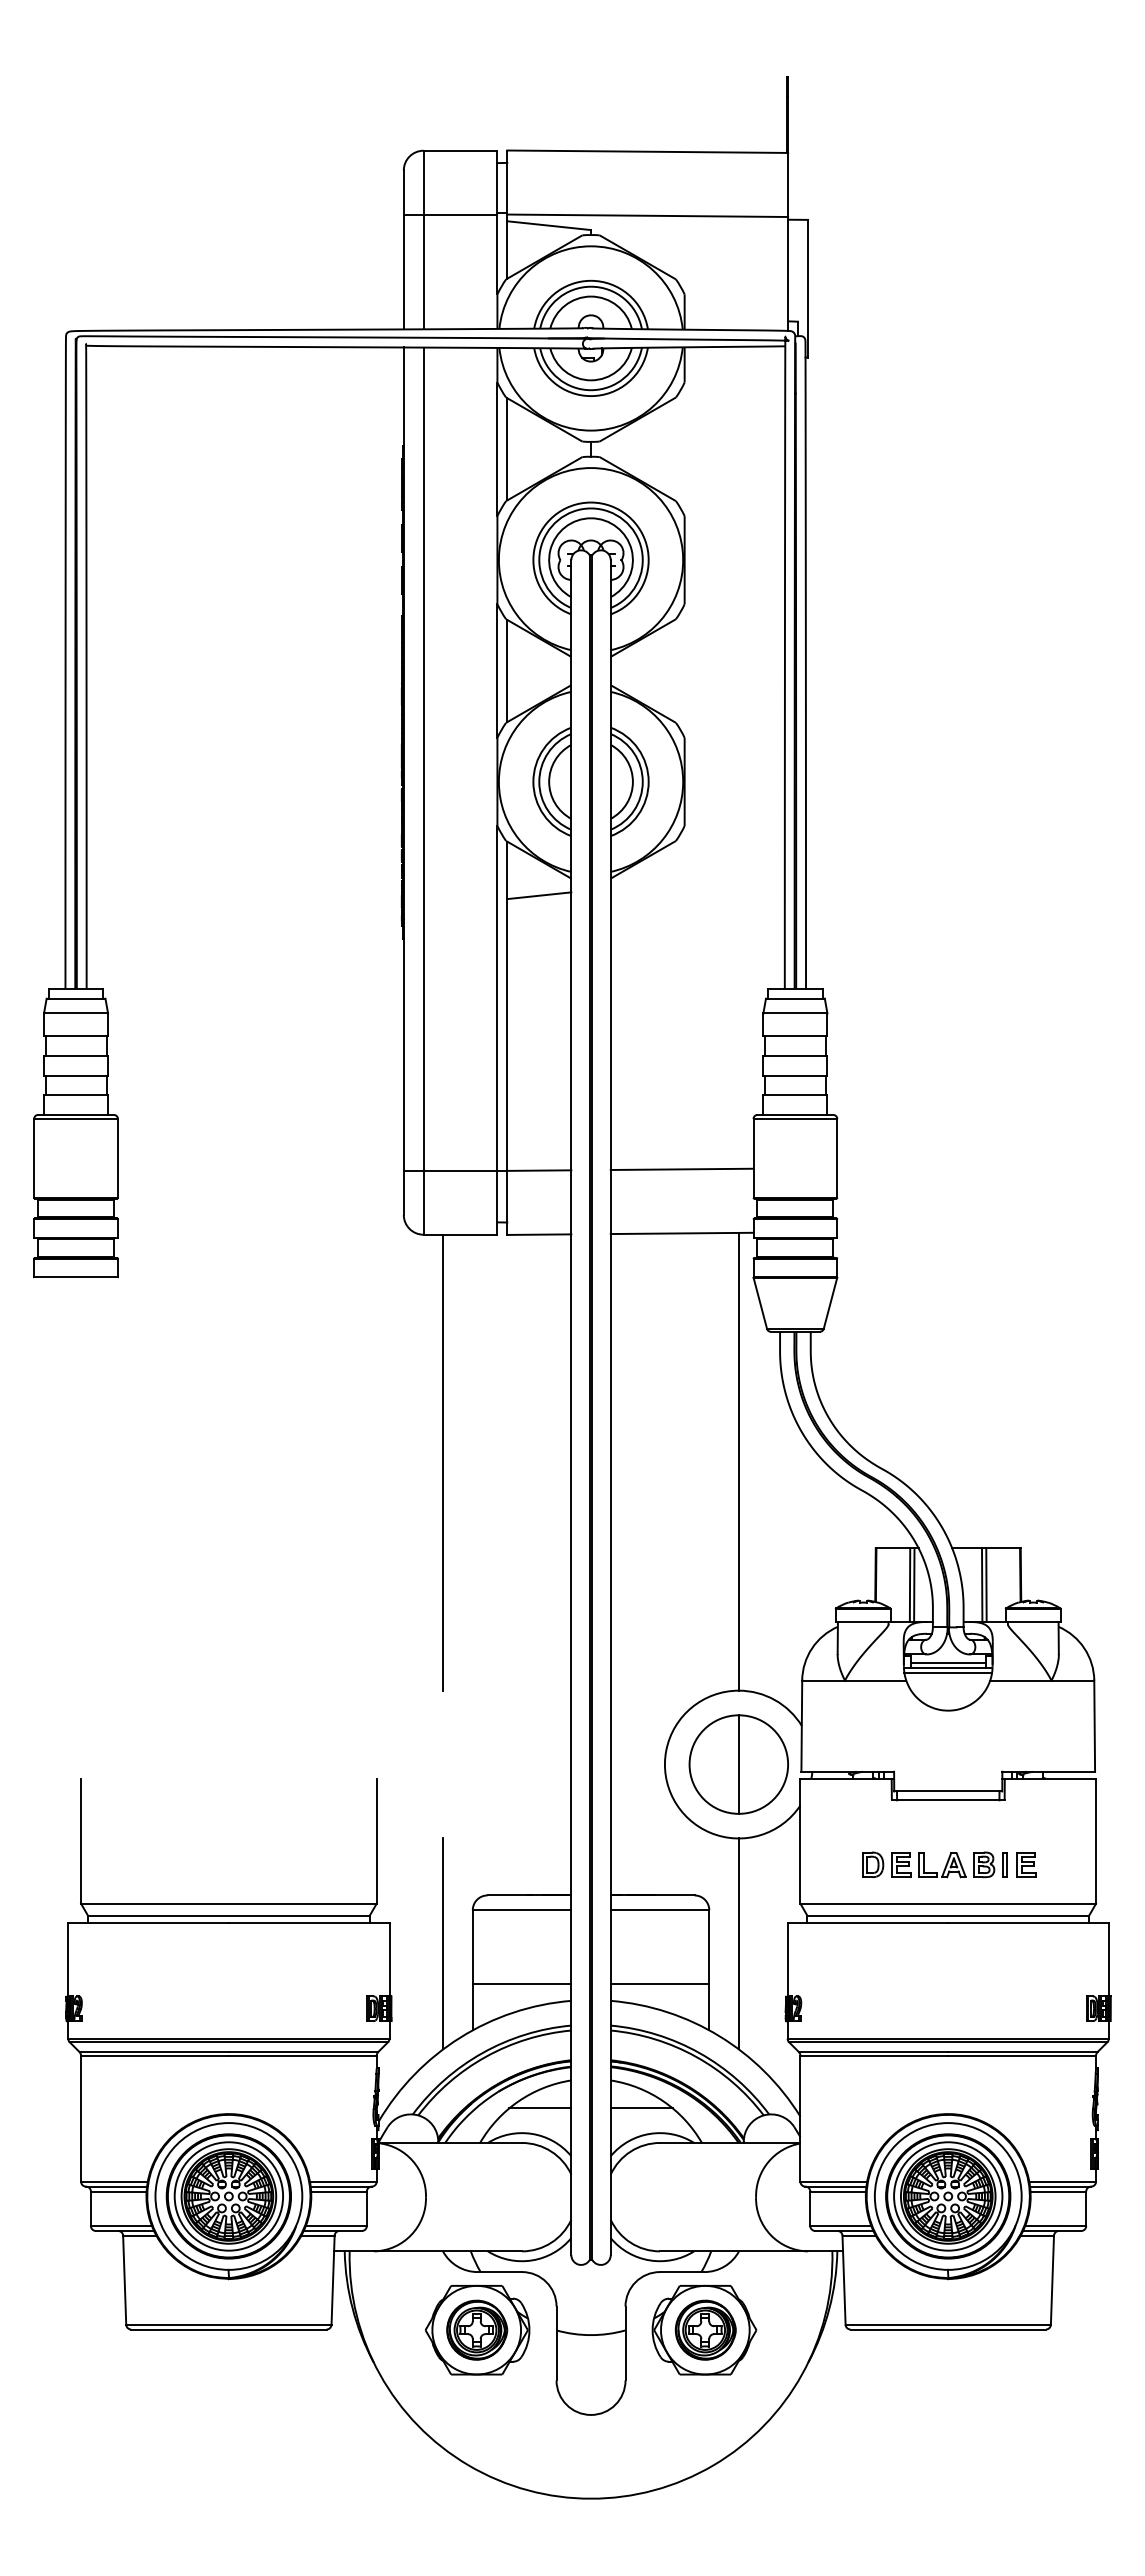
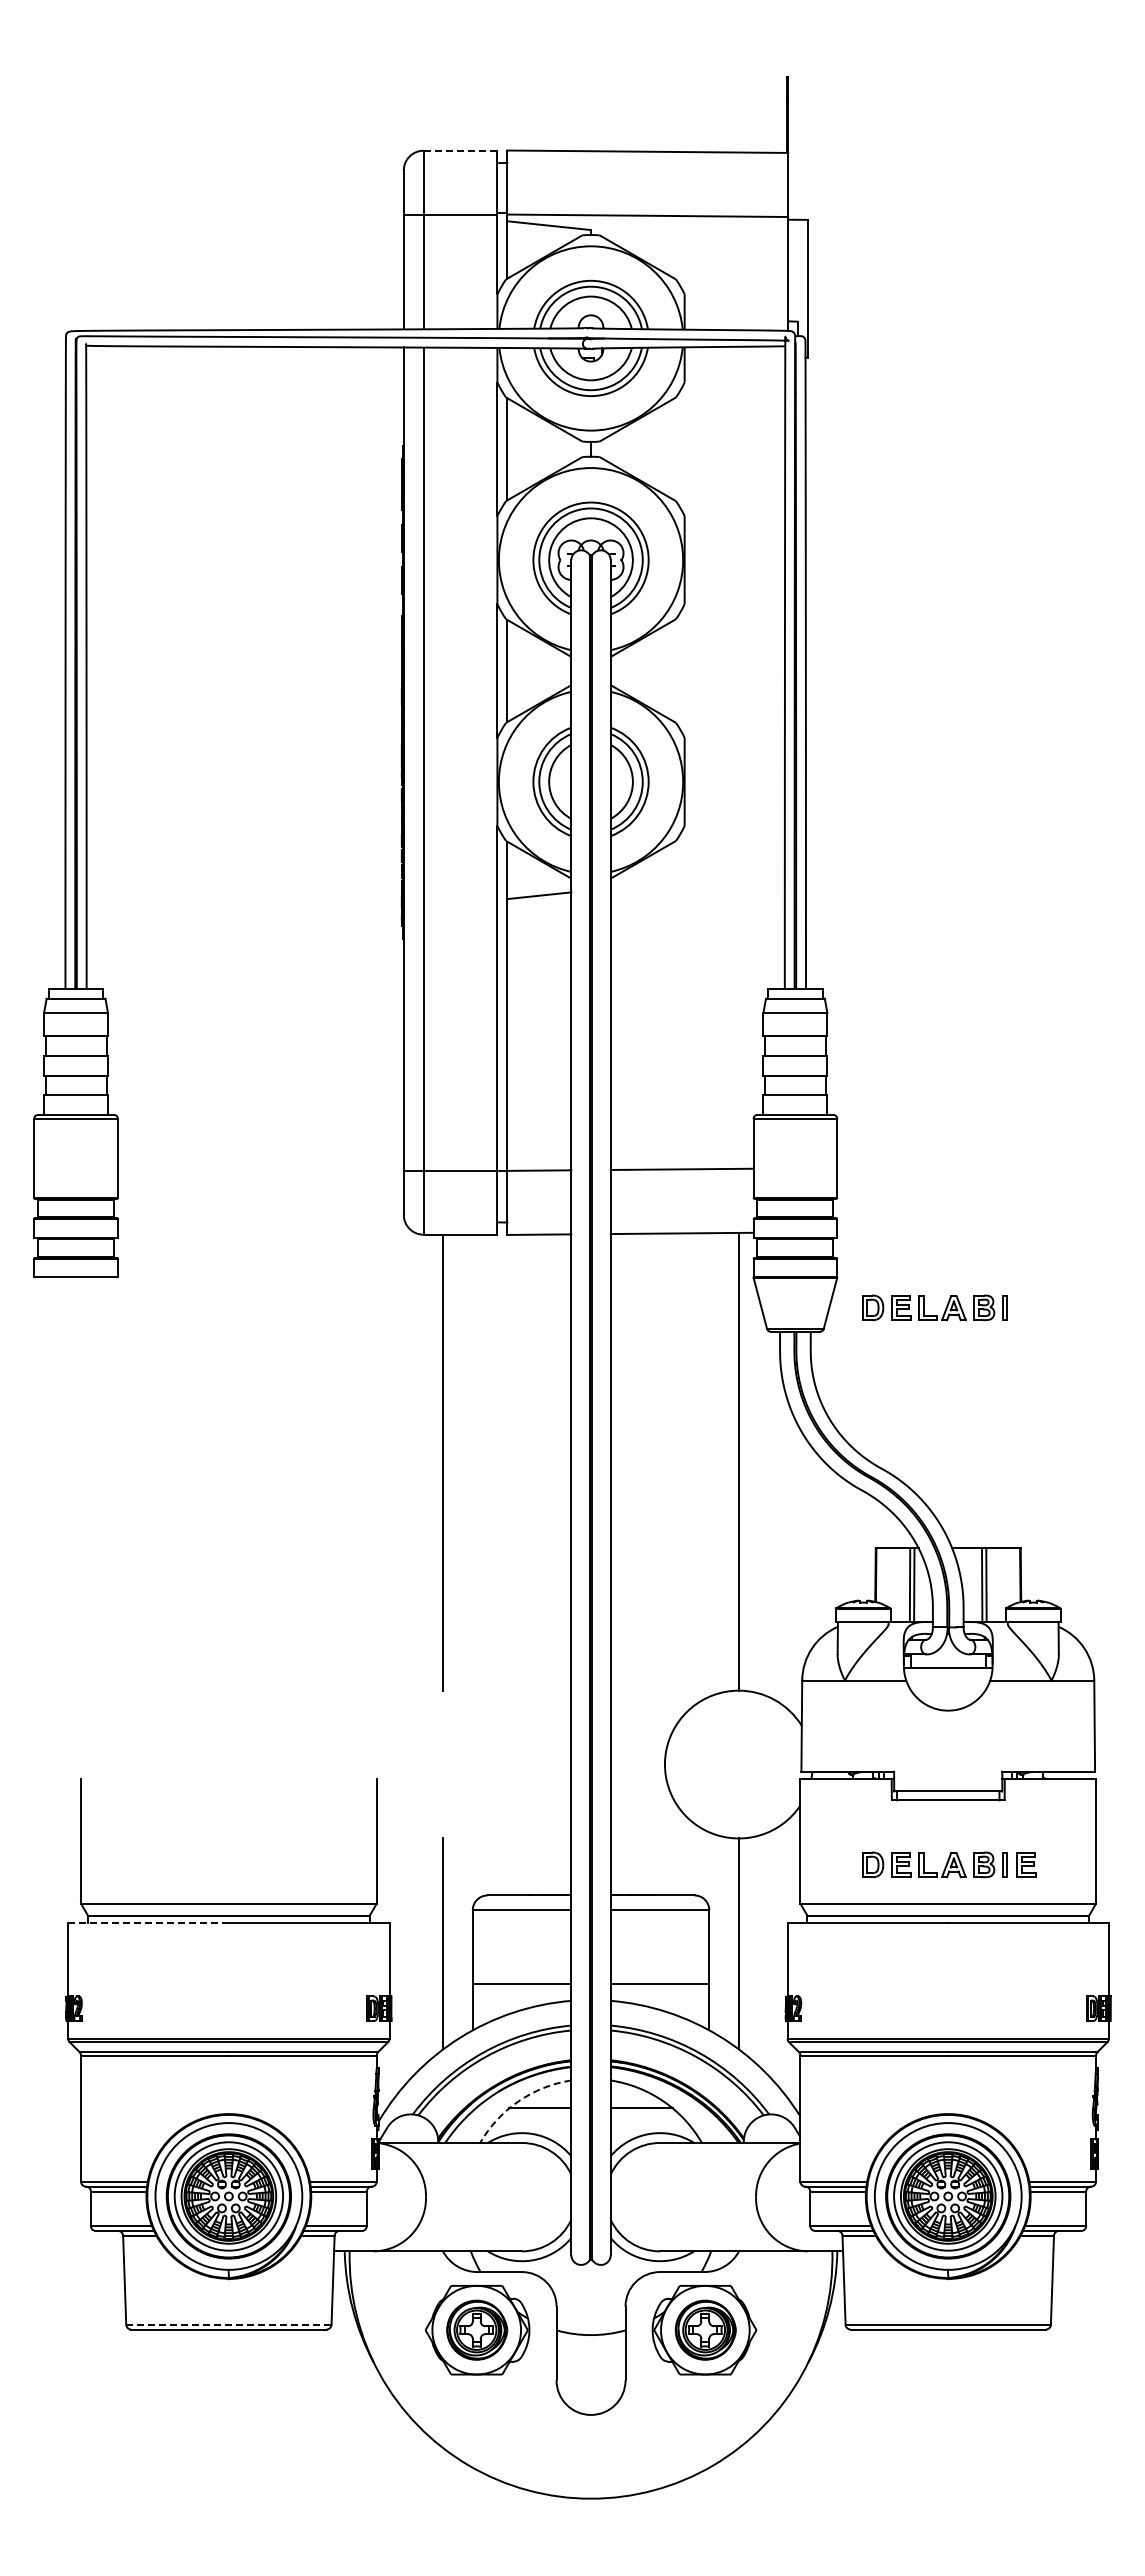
line at (460, 150): solid -> dashed
part at (934, 1315): none -> present
line at (947, 1663): present -> none
line at (948, 1673): present -> none
part at (738, 1764): present -> none
line at (149, 1922): solid -> dashed
arc at (518, 2101): solid -> dashed
line at (228, 2324): solid -> dashed
